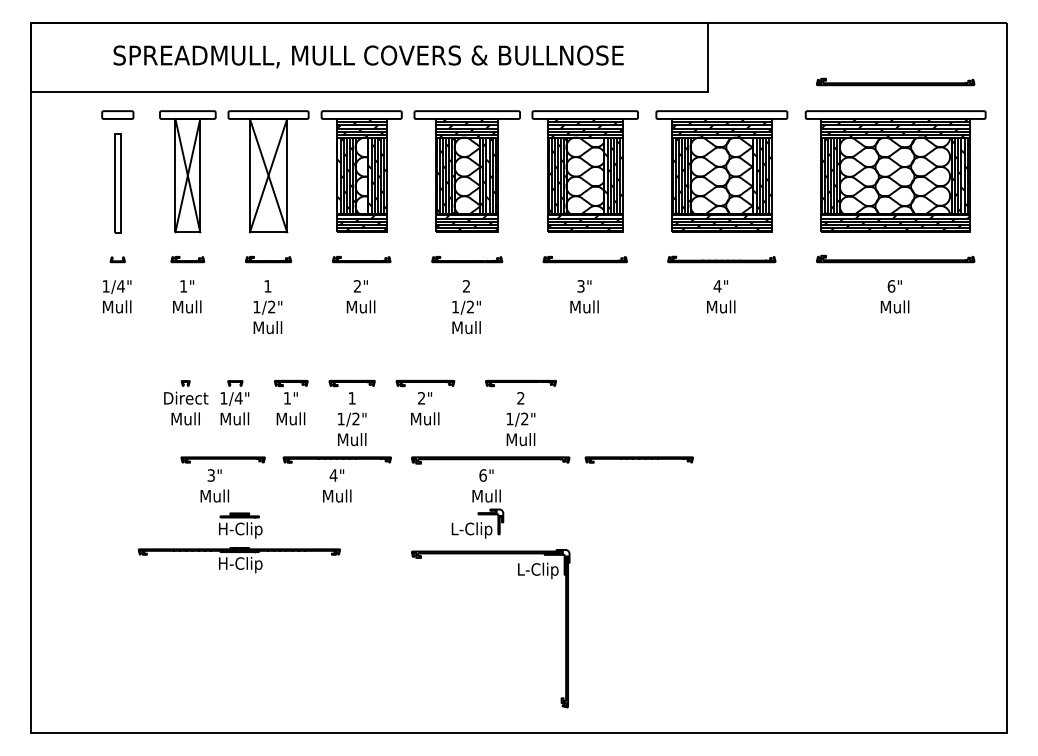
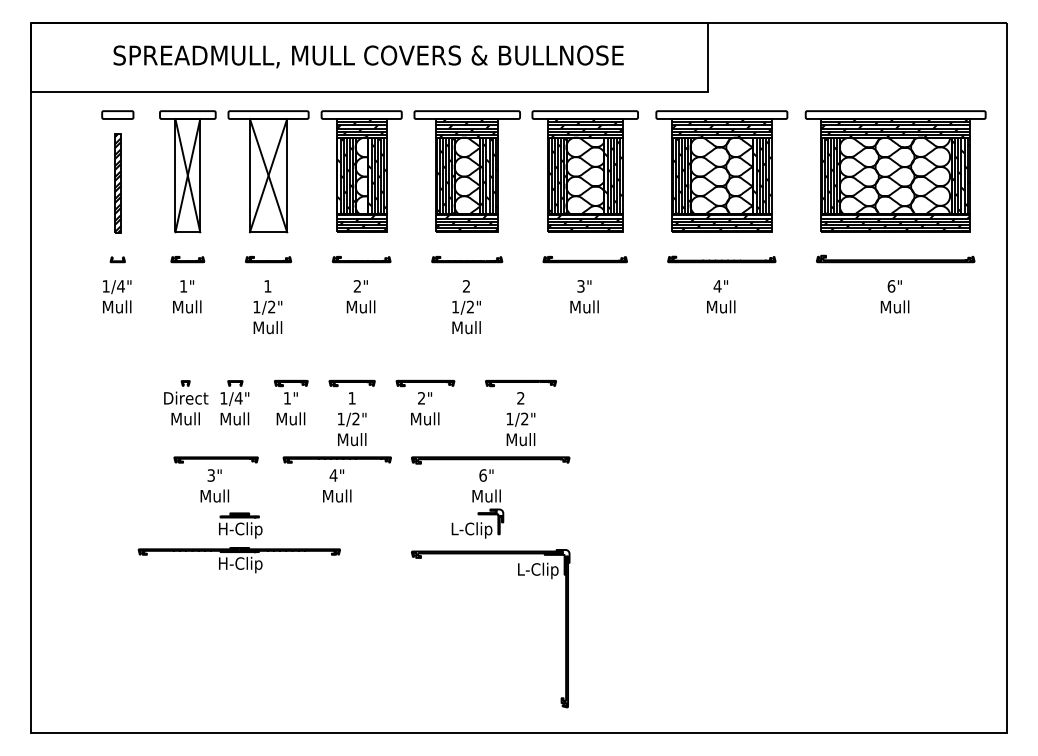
part at (895, 81): present -> none
hatch at (117, 183): none -> present
part at (222, 459) position: (222, 459) -> (215, 459)
curve at (638, 459): present -> none
